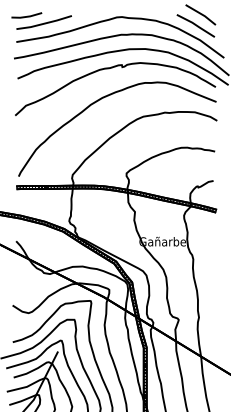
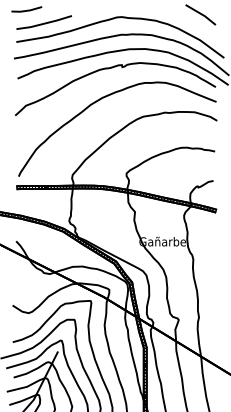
line at (27, 15) position: (27, 15) -> (27, 9)
line at (195, 25): present -> none
